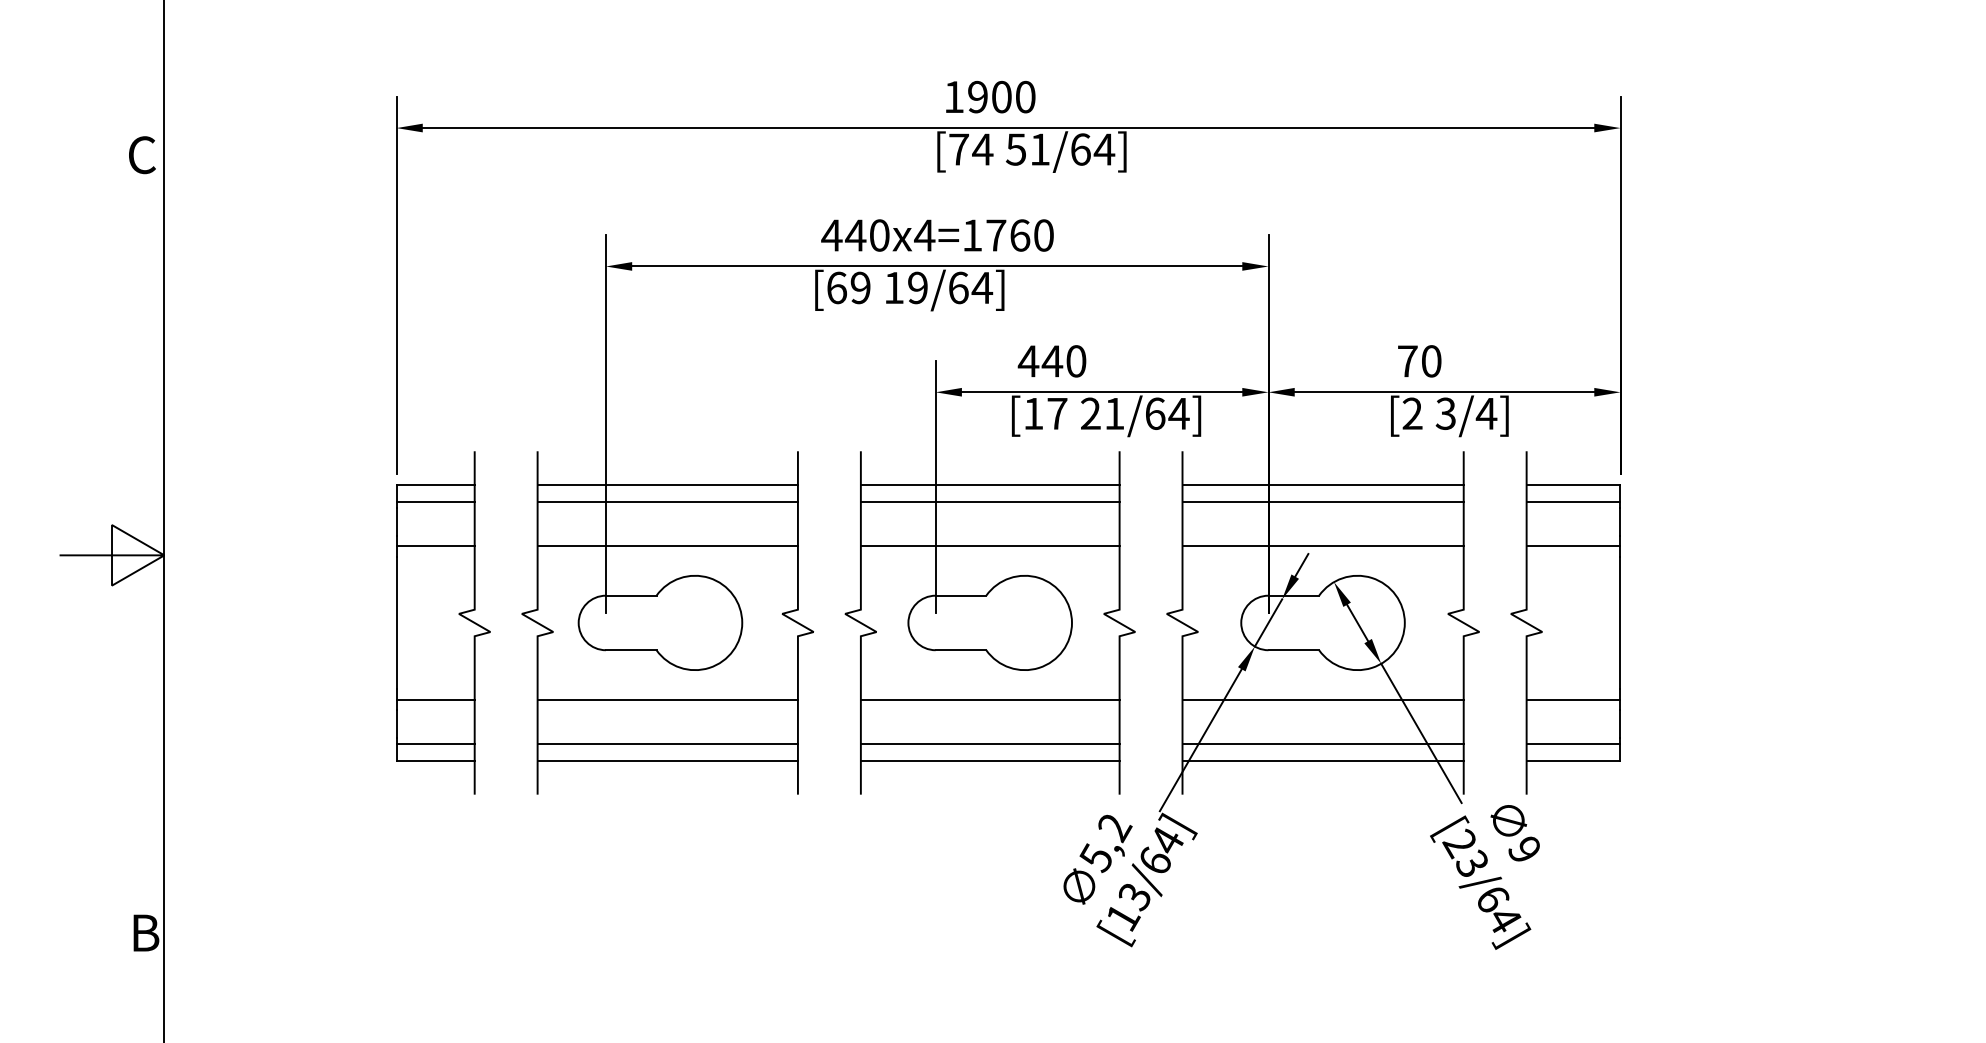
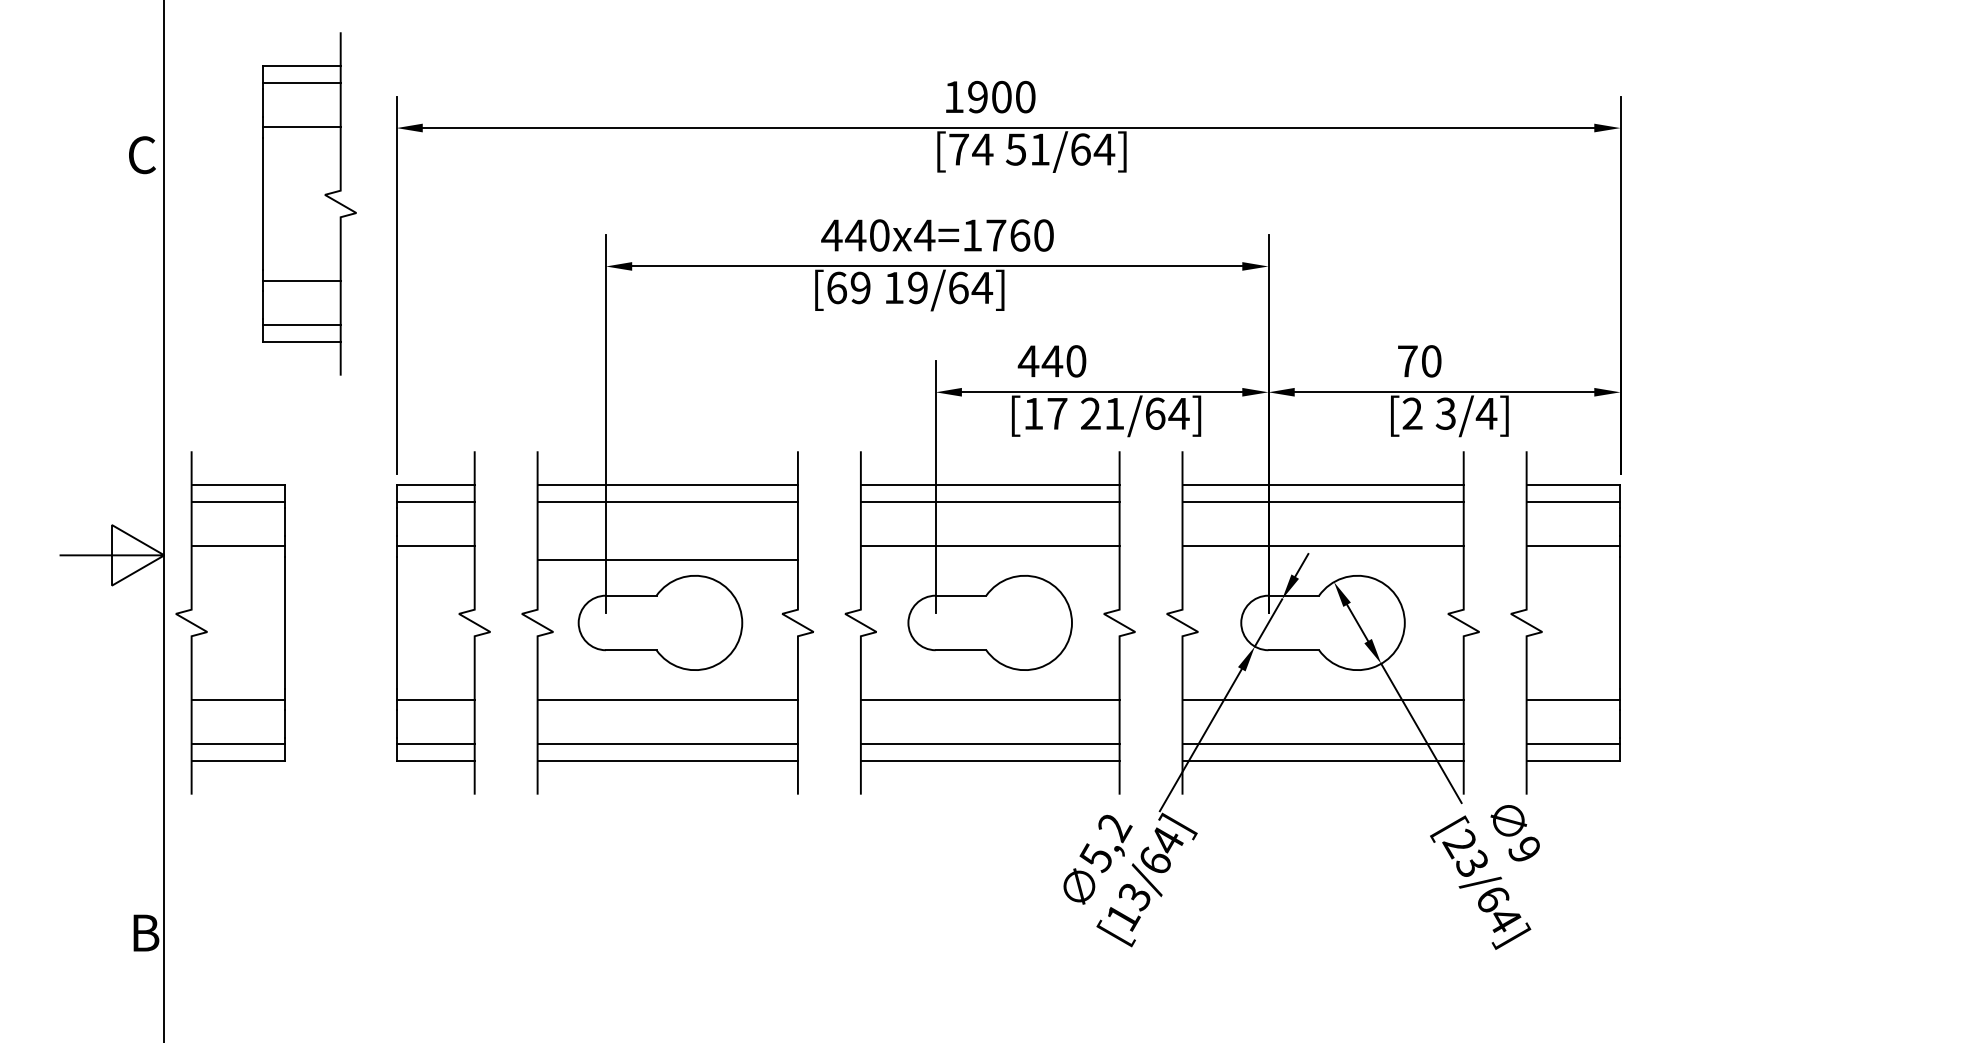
part at (309, 203): none -> present
line at (667, 546) position: (667, 546) -> (667, 560)
part at (230, 622): none -> present
